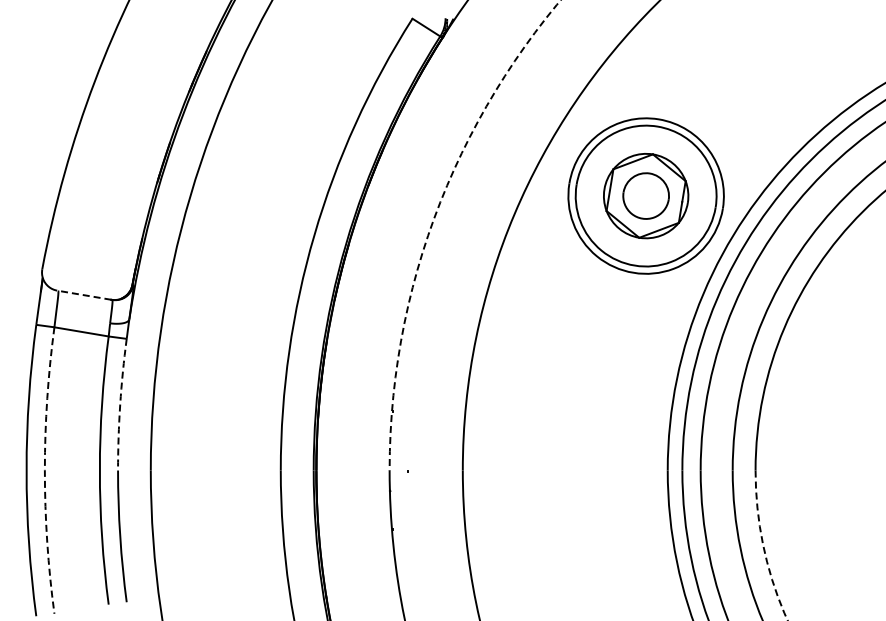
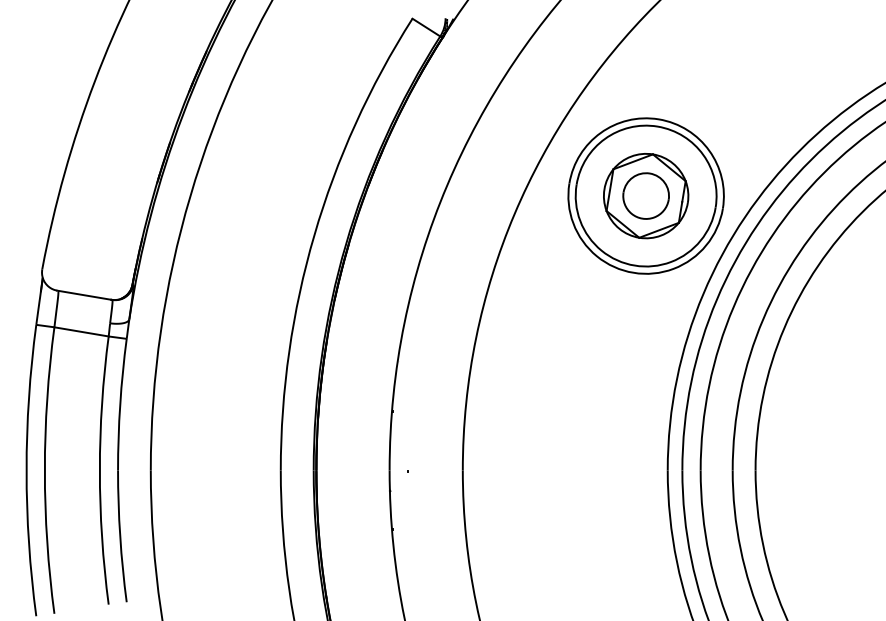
arc at (433, 220): dashed -> solid
line at (83, 295): dashed -> solid
arc at (120, 404): dashed -> solid
arc at (44, 470): dashed -> solid
arc at (763, 547): dashed -> solid
